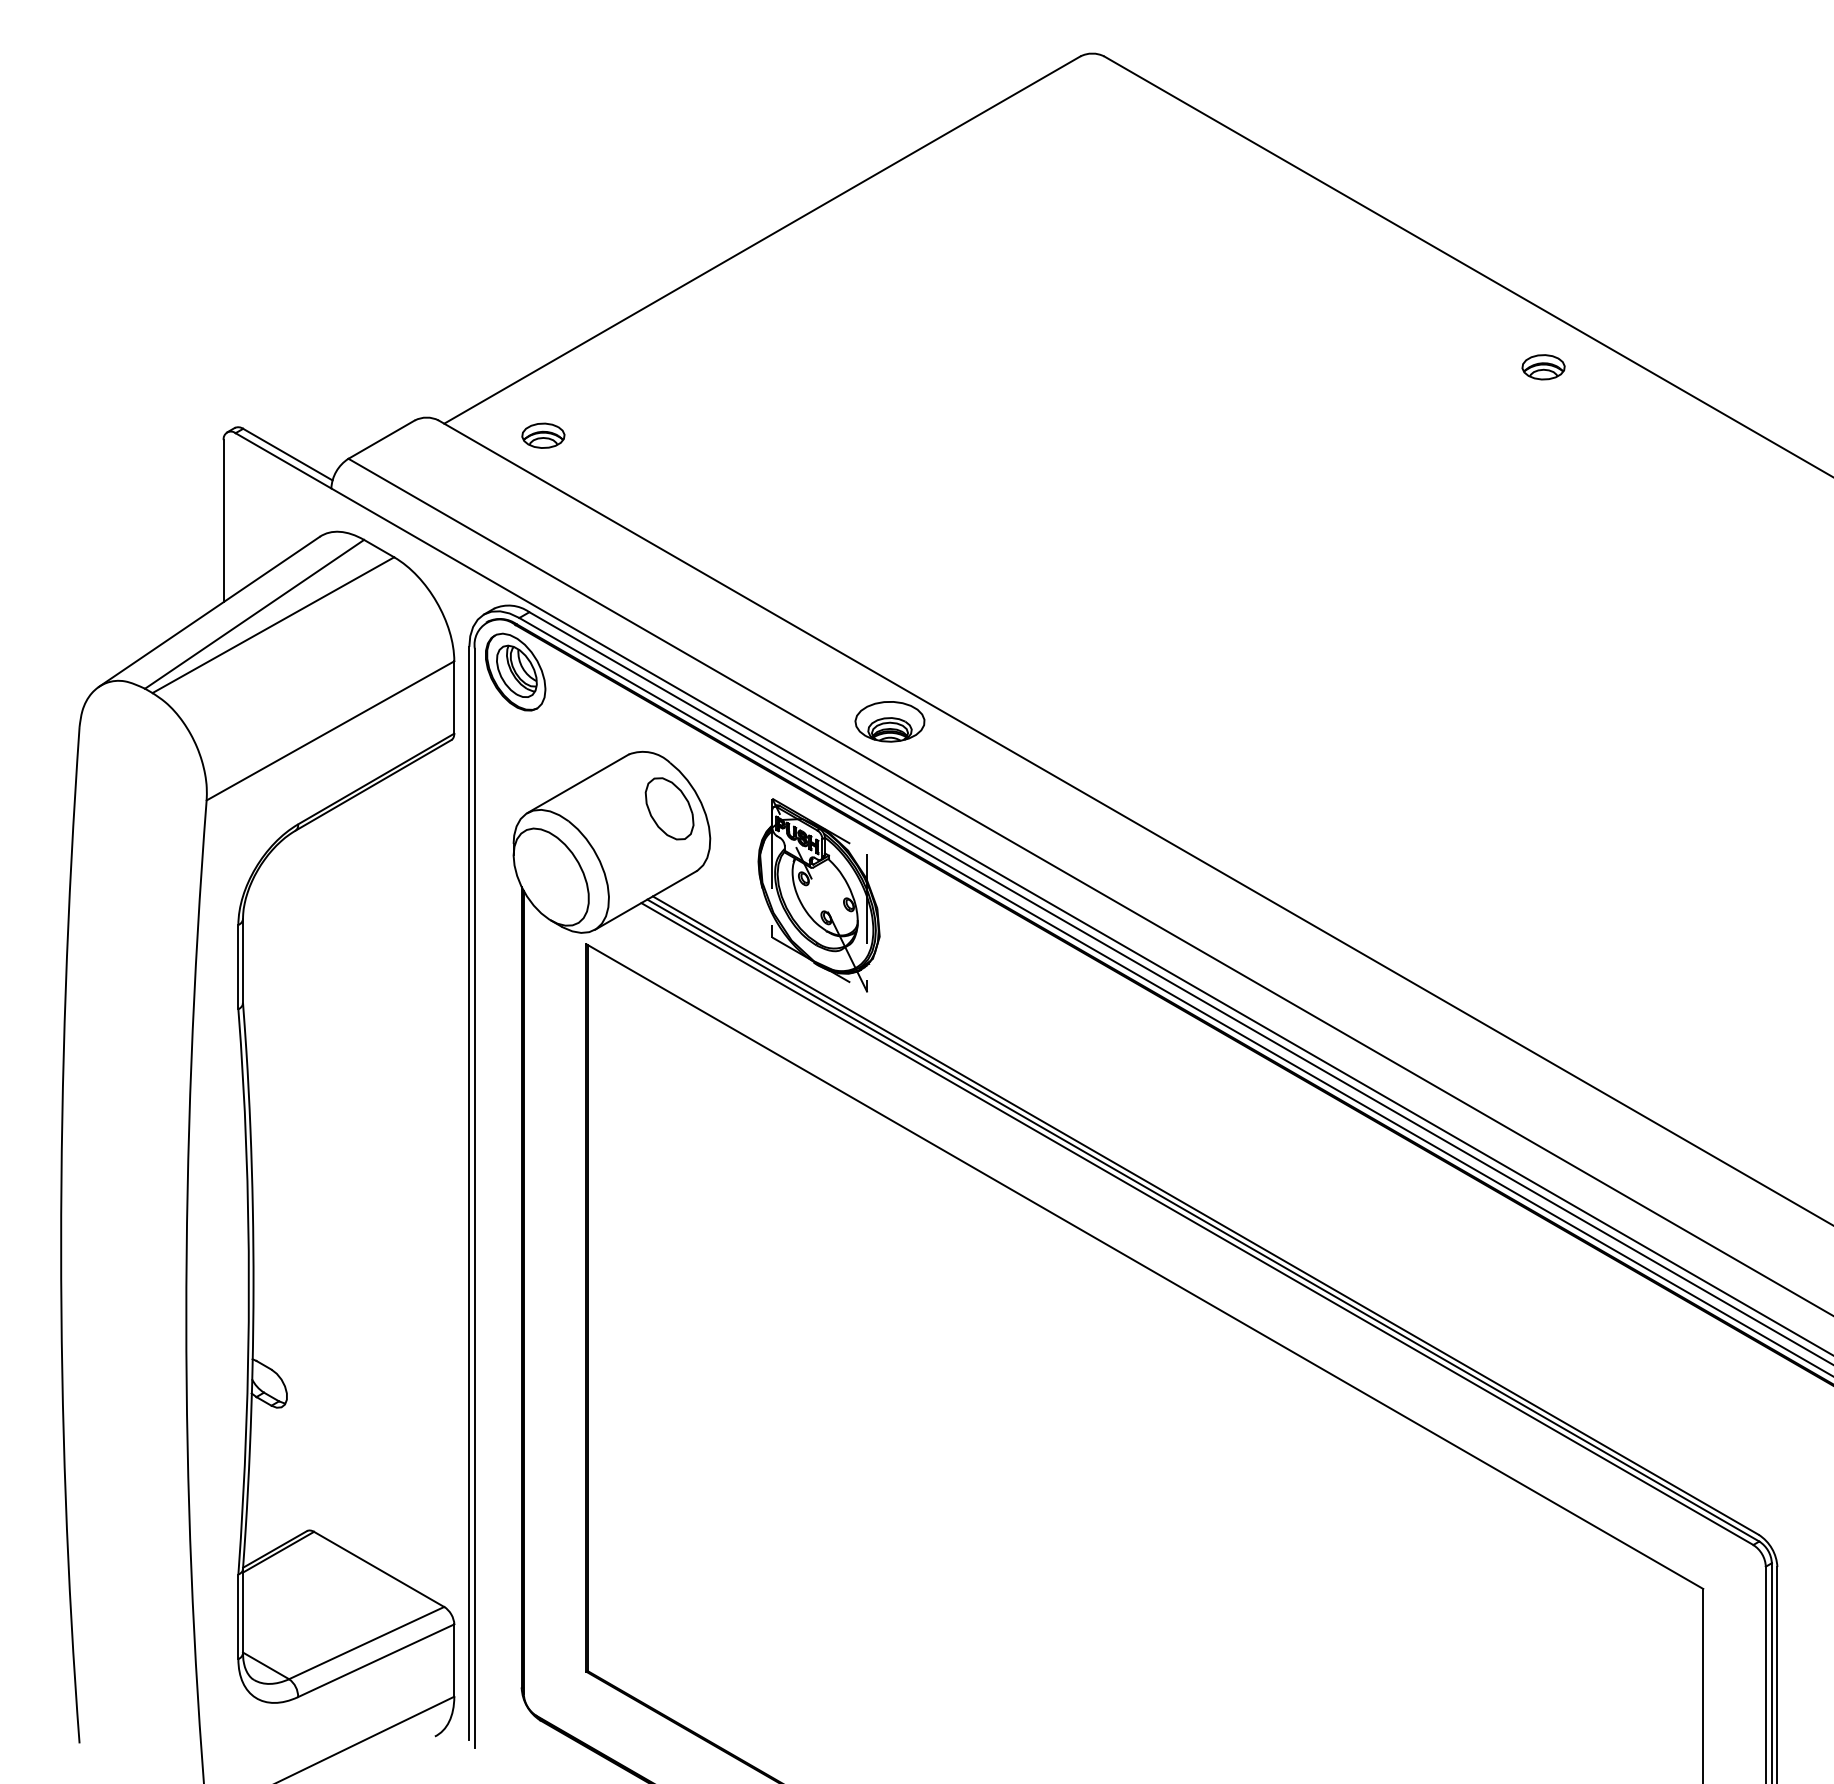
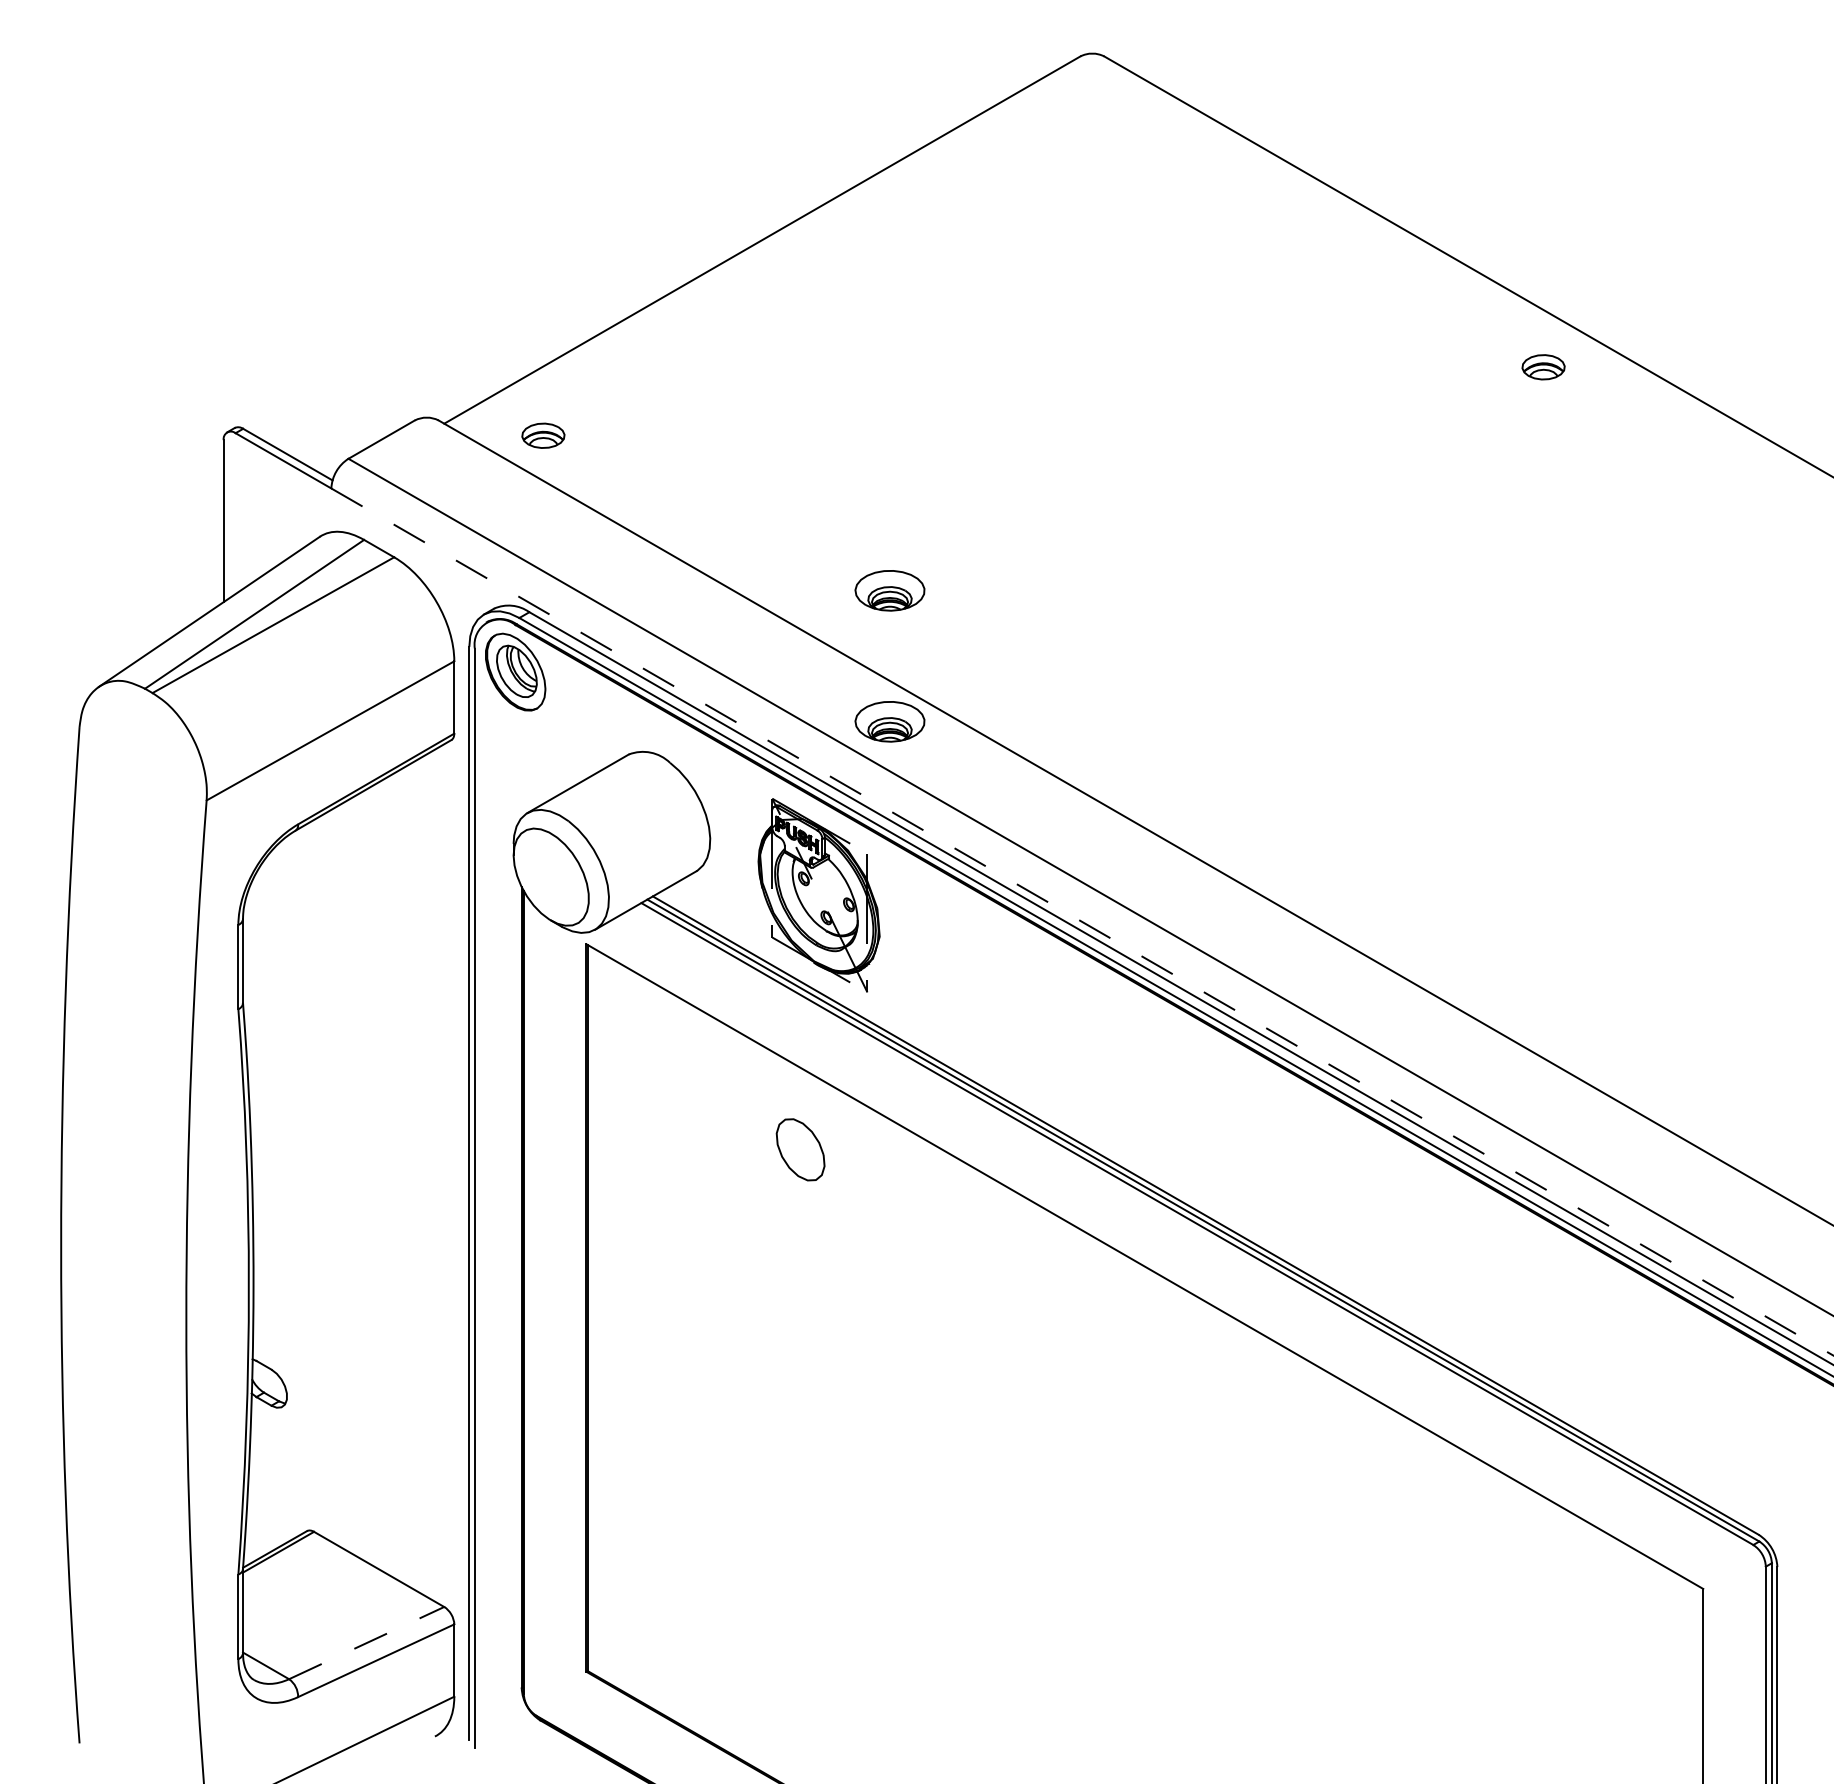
part at (889, 590): none -> present
part at (669, 808) position: (669, 808) -> (800, 1149)
line at (1082, 922): solid -> dashed
line at (366, 1643): solid -> dashed
